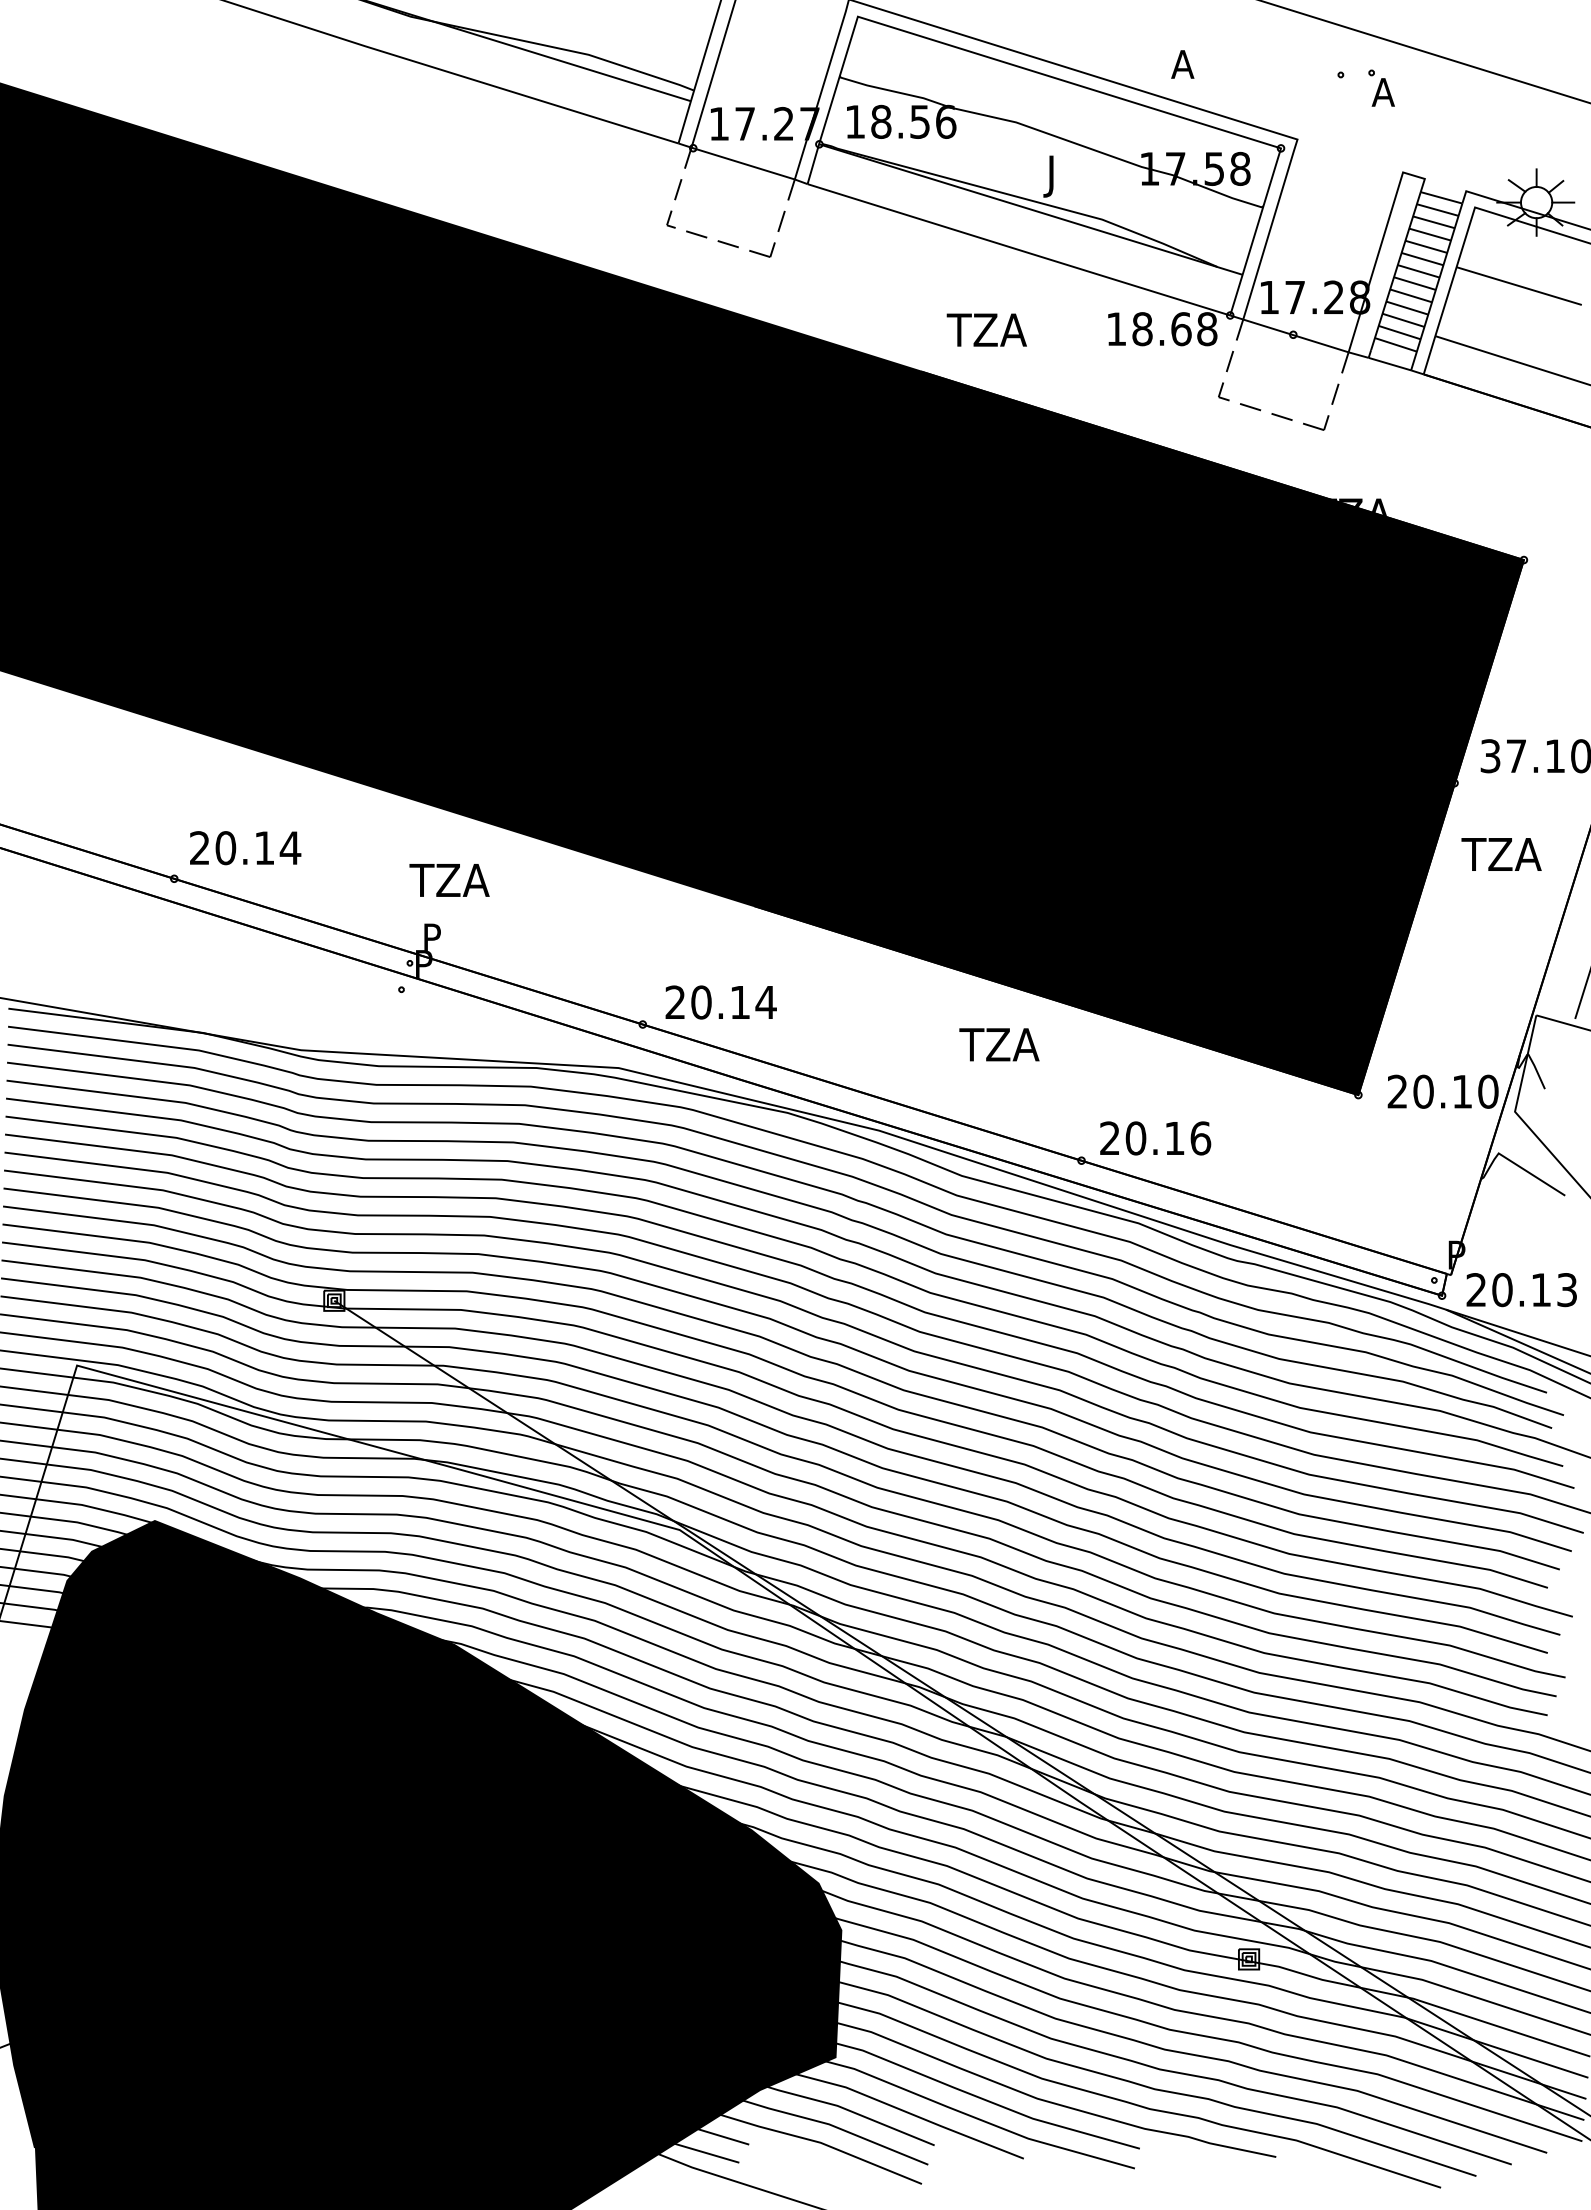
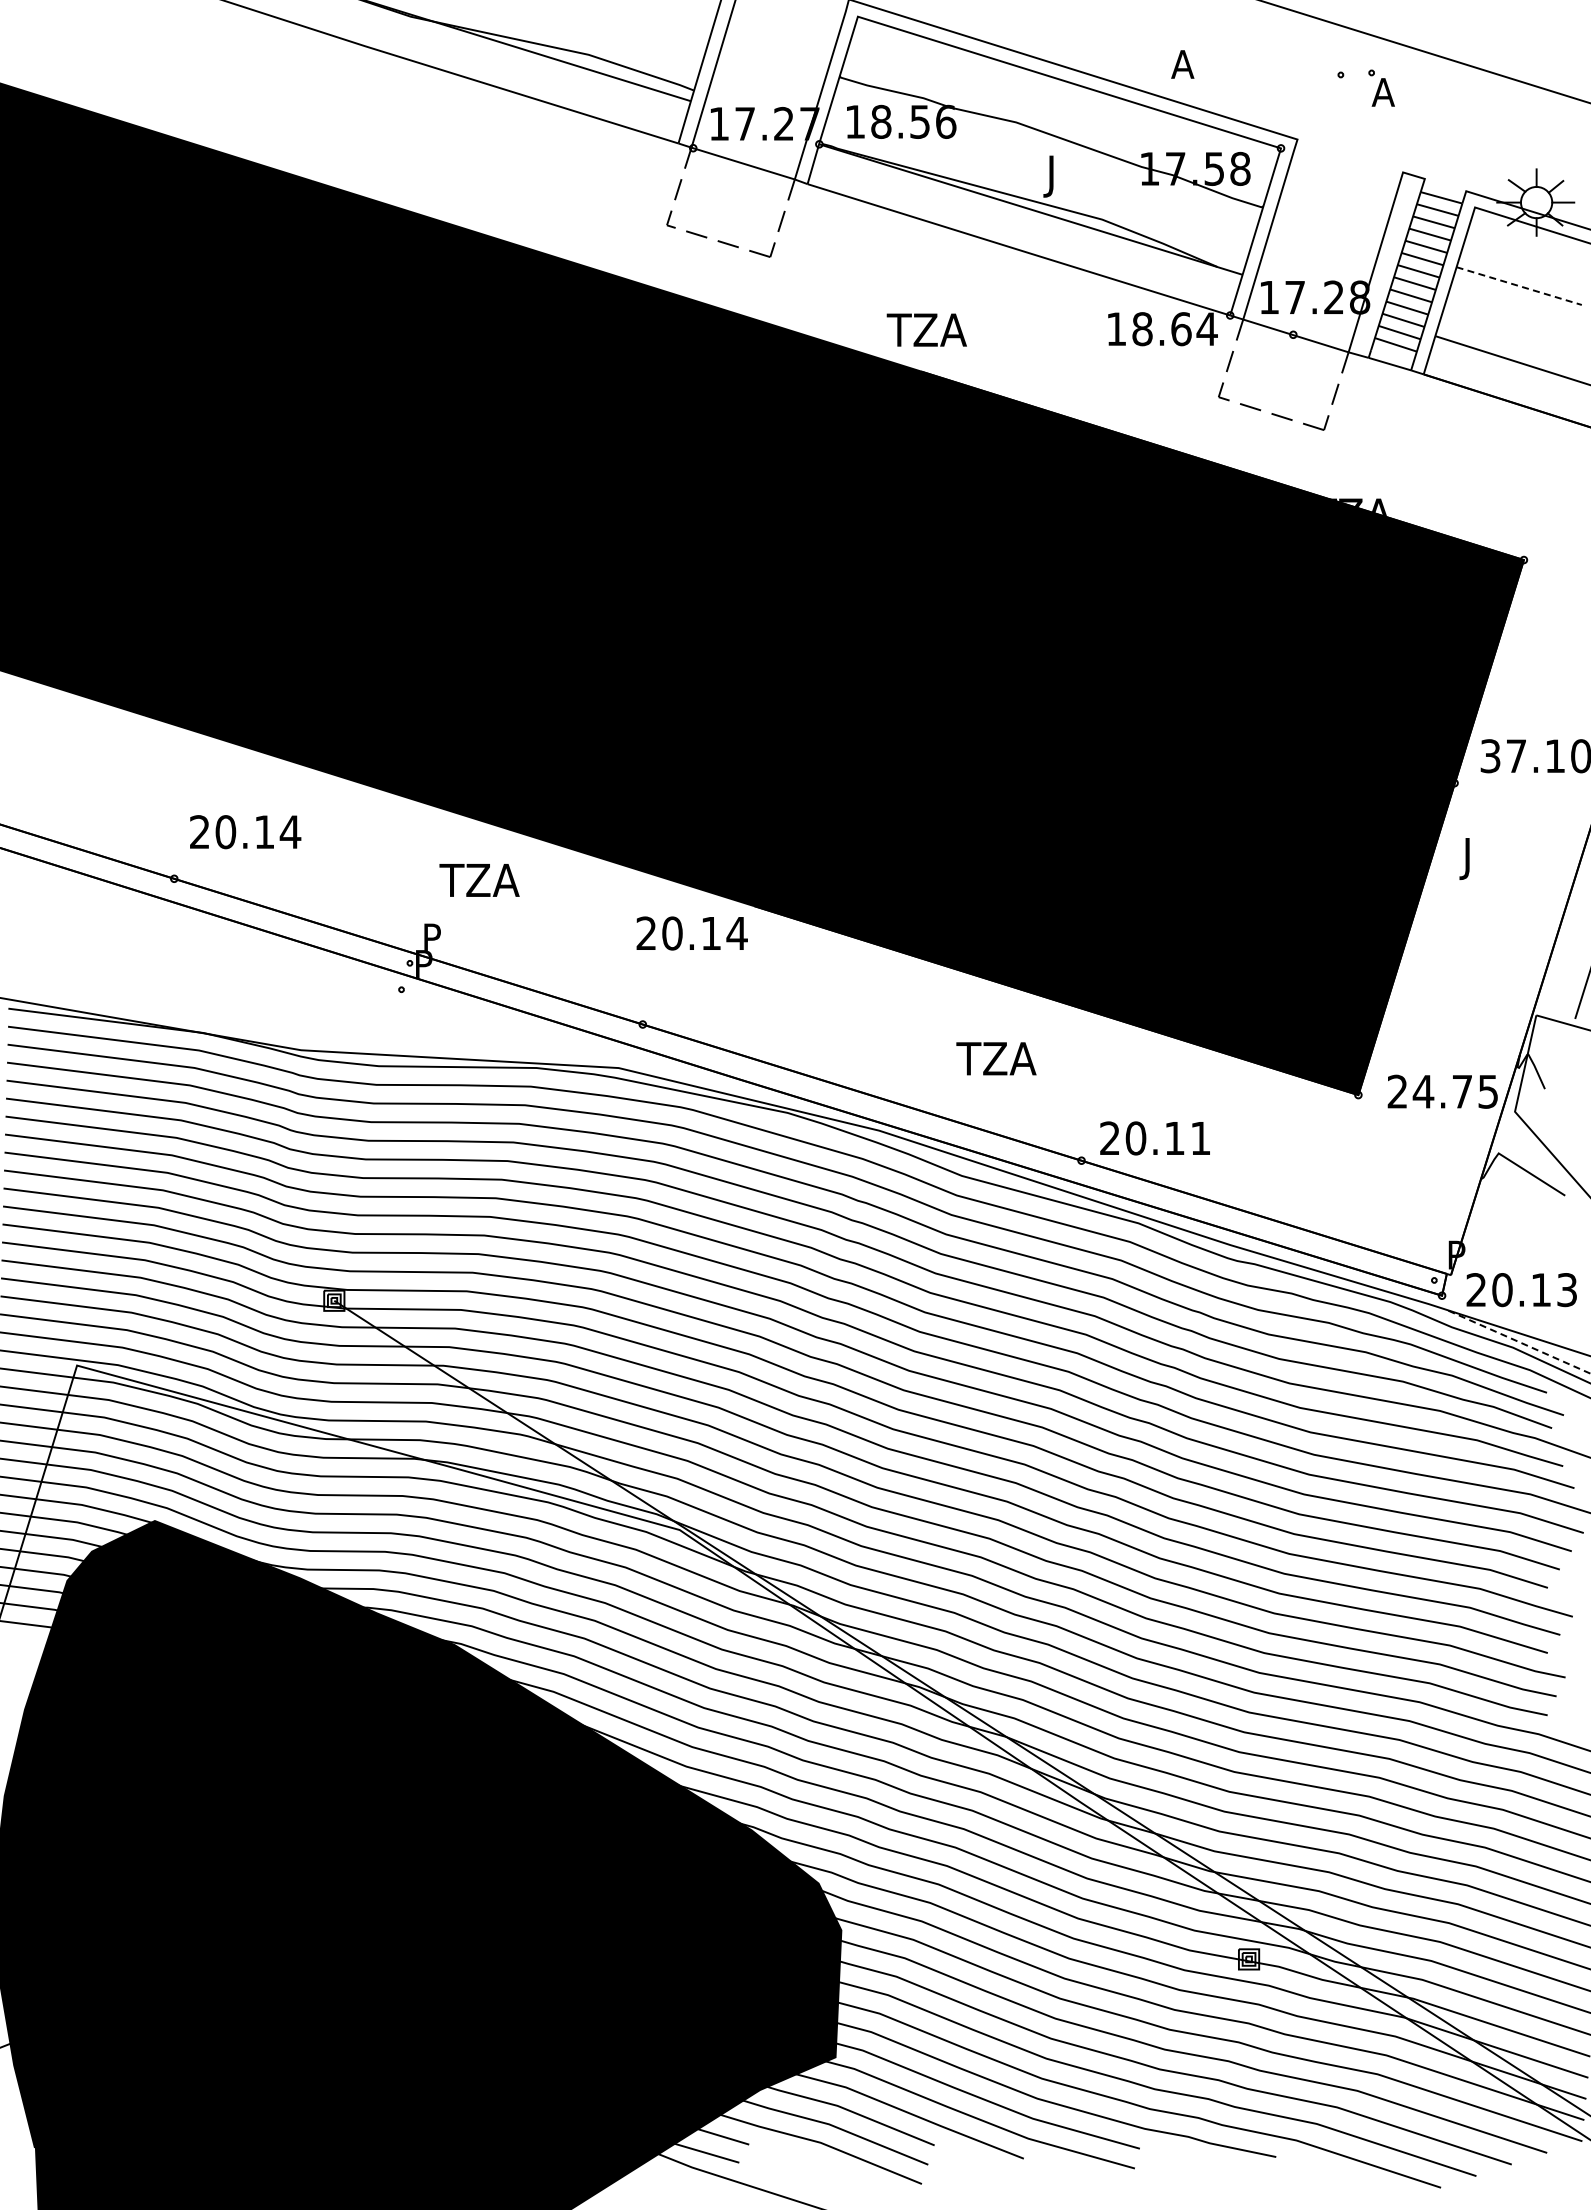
line at (1519, 286): solid -> dashed
text at (986, 329) position: (986, 329) -> (926, 329)
text at (1206, 329): 18.68 -> 18.64
text at (245, 848) position: (245, 848) -> (245, 832)
text at (1500, 859): TZA -> J
text at (449, 880) position: (449, 880) -> (479, 880)
text at (720, 1002) position: (720, 1002) -> (691, 933)
text at (999, 1044) position: (999, 1044) -> (996, 1058)
text at (1455, 1091): 20.10 -> 24.75
text at (1200, 1138): 20.16 -> 20.11
line at (1518, 1341): solid -> dashed
